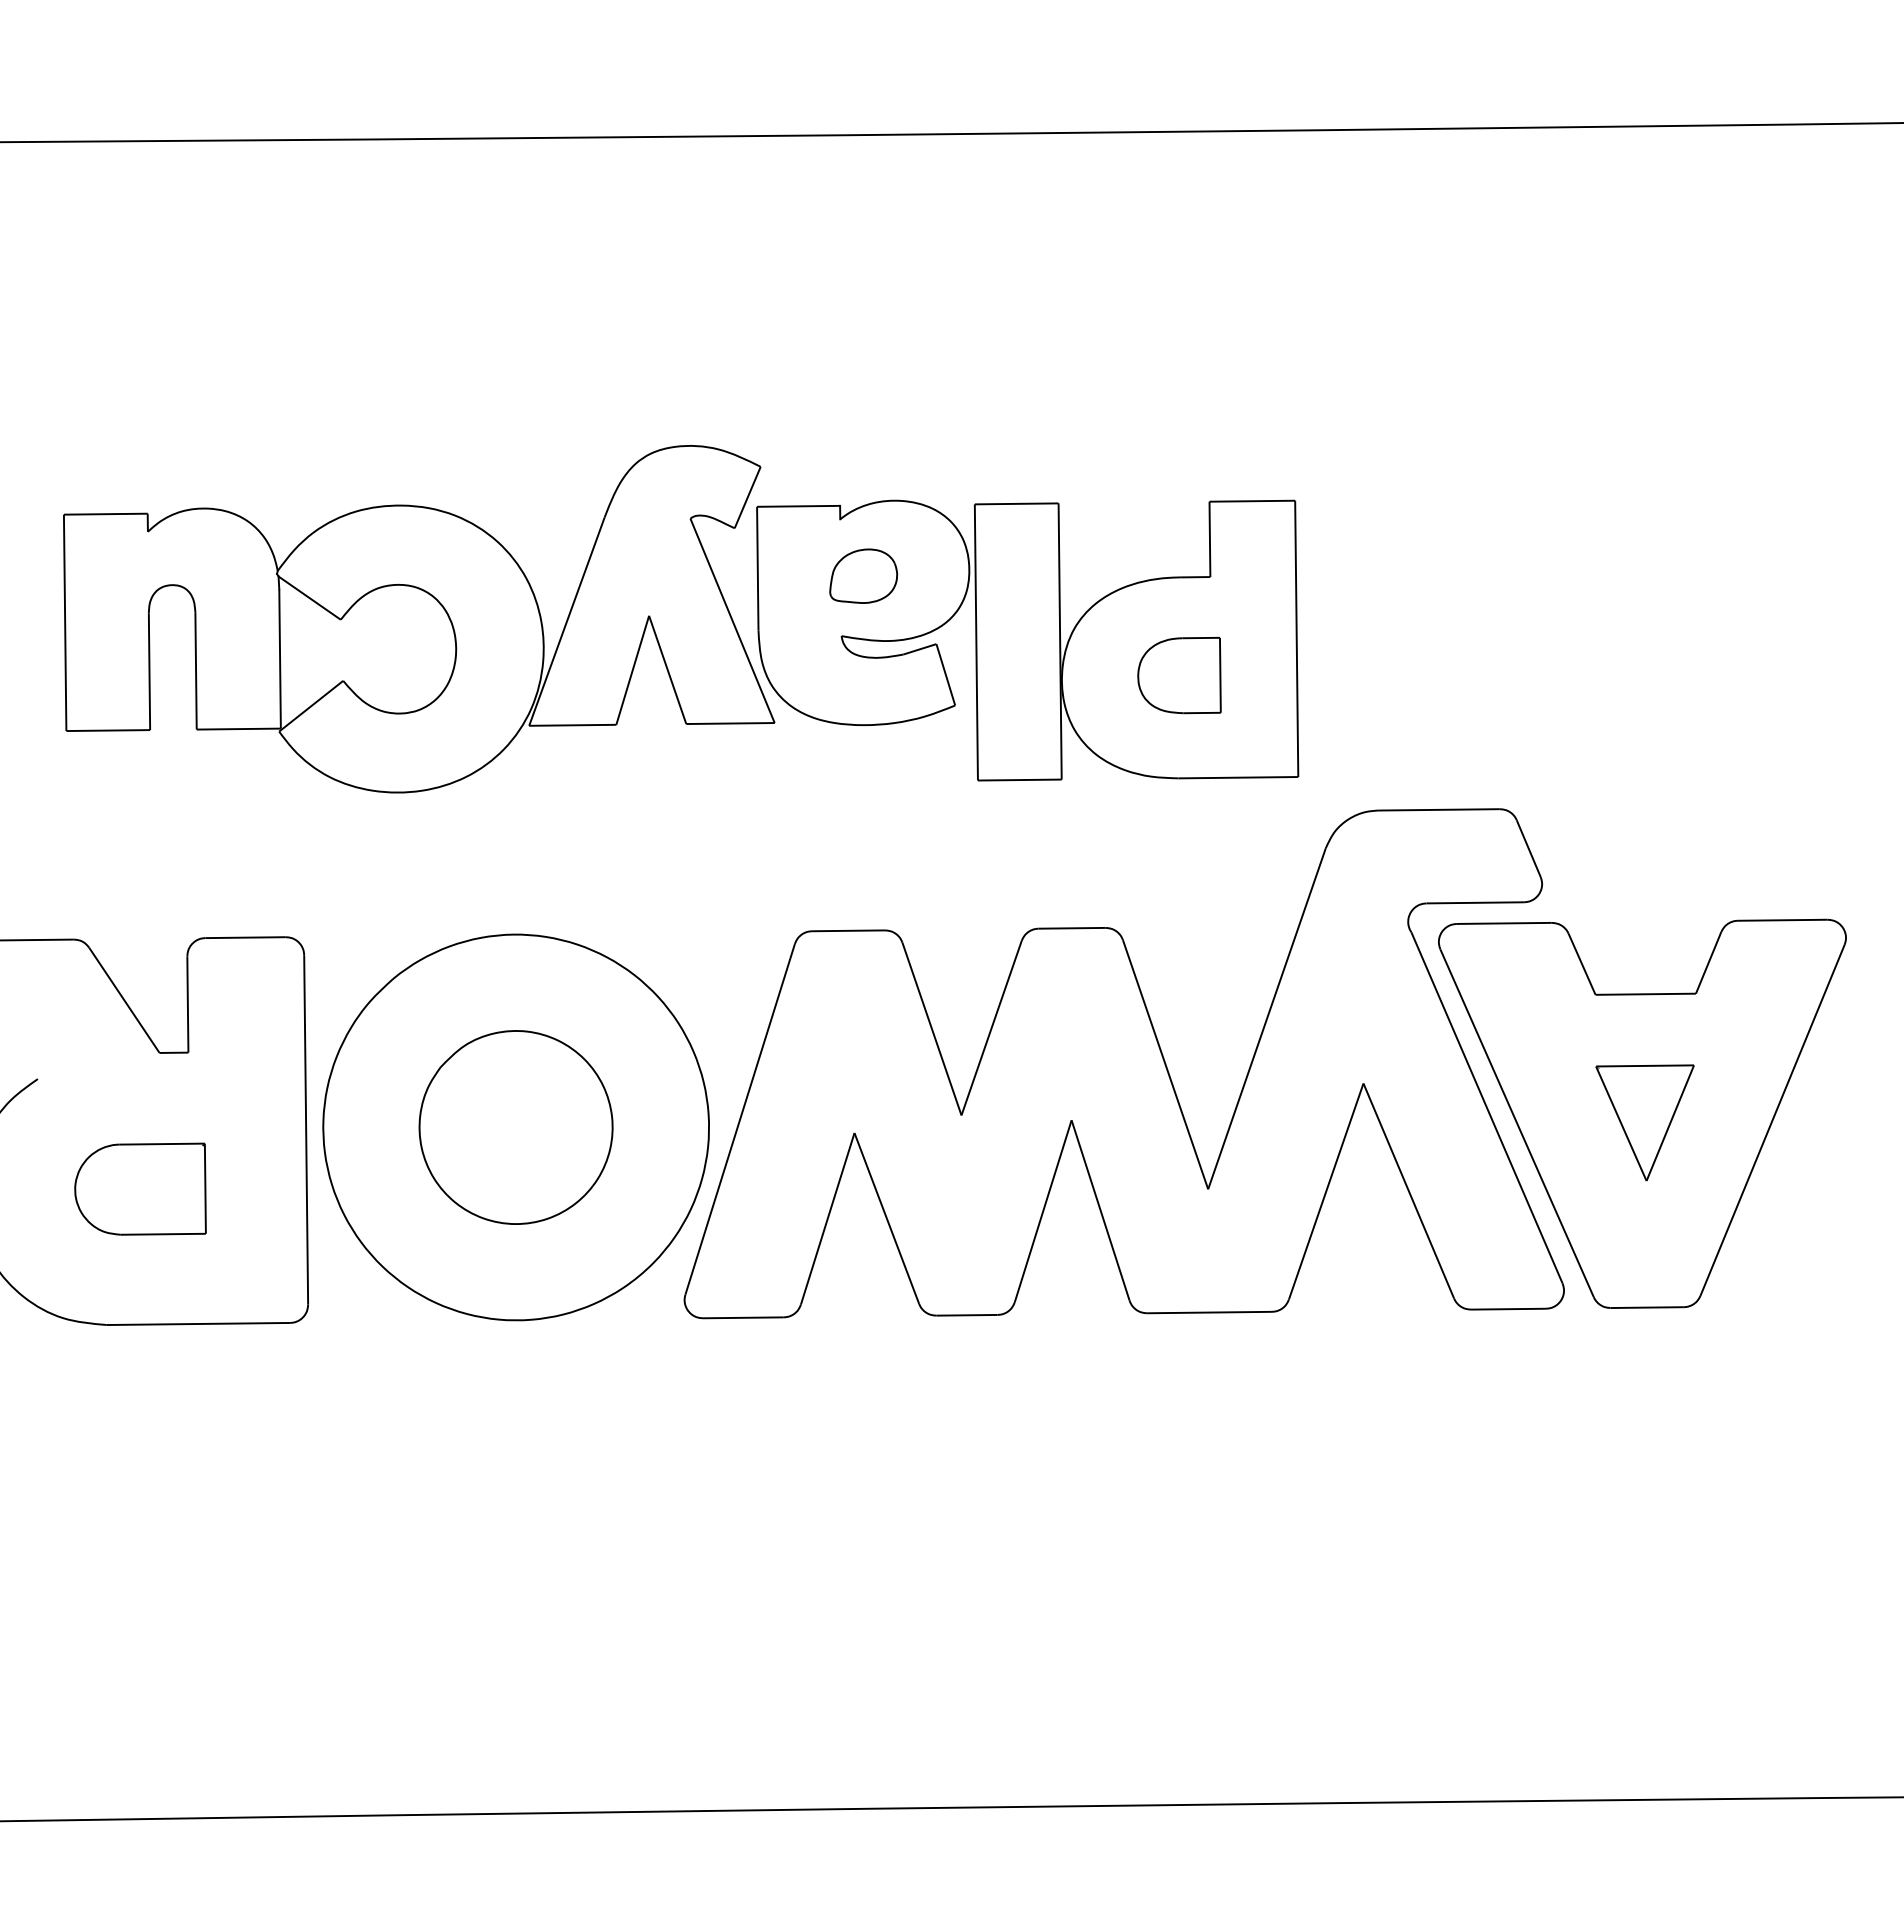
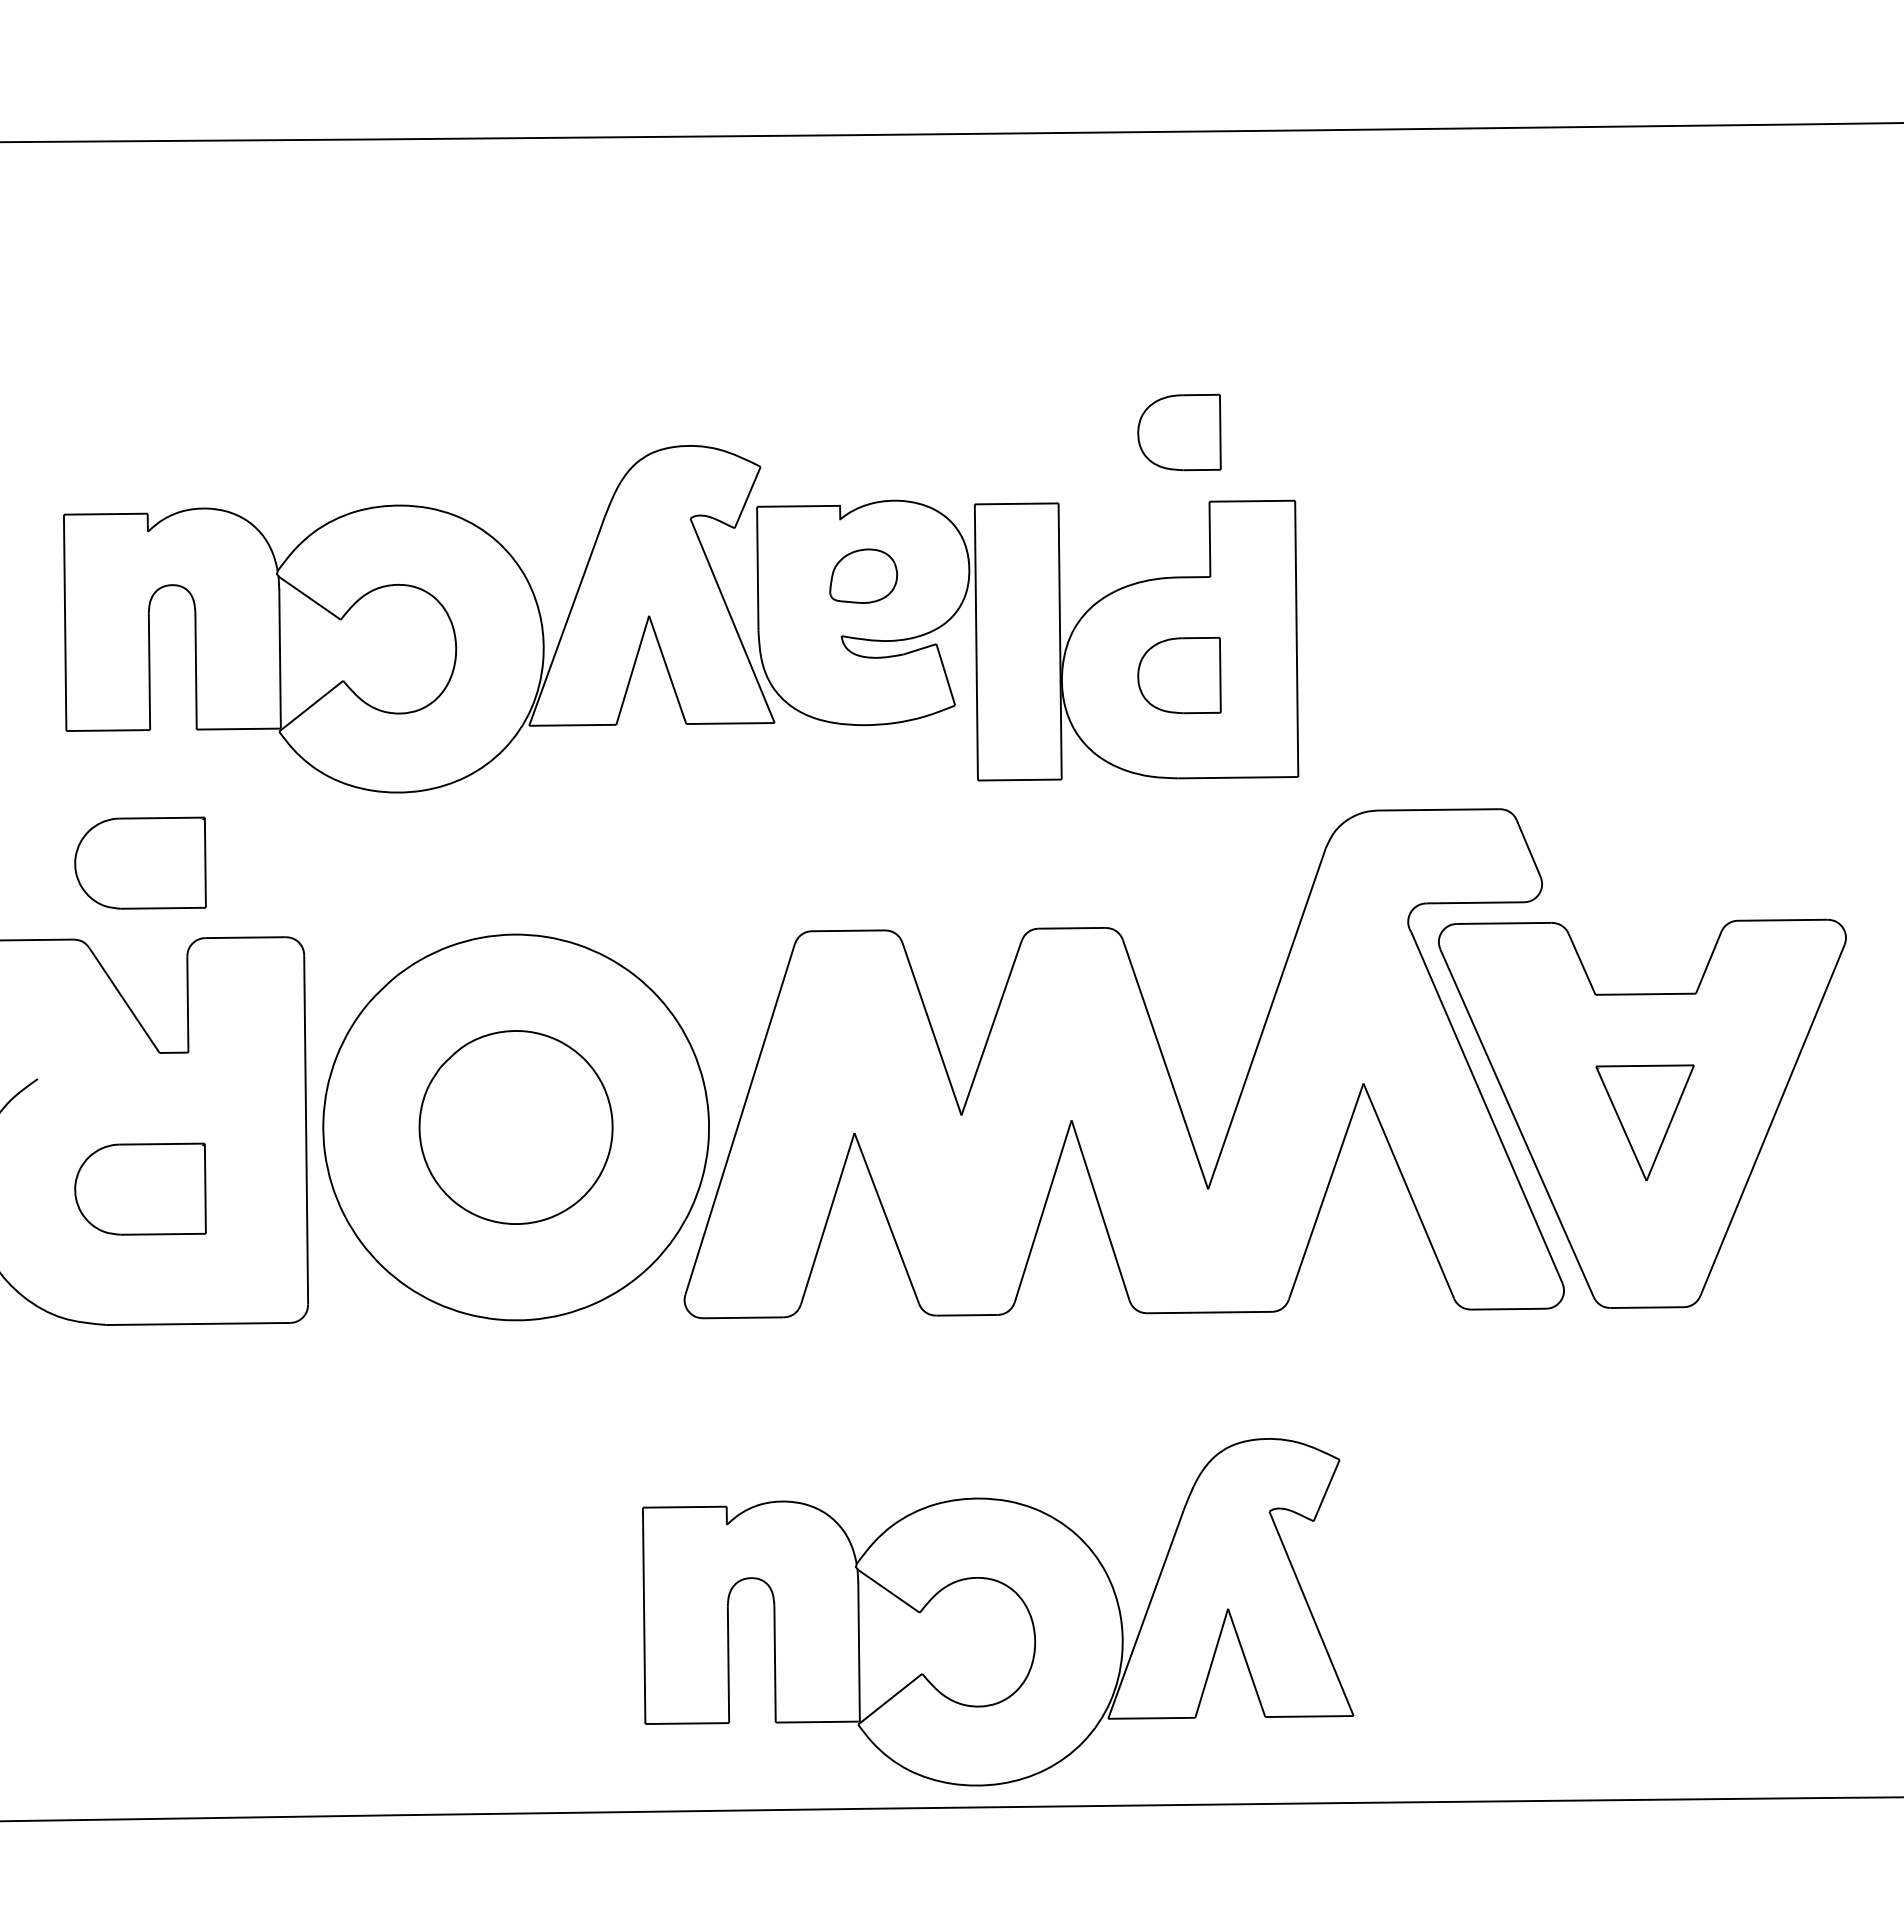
part at (1179, 432): none -> present
part at (140, 862): none -> present
part at (998, 1612): none -> present
